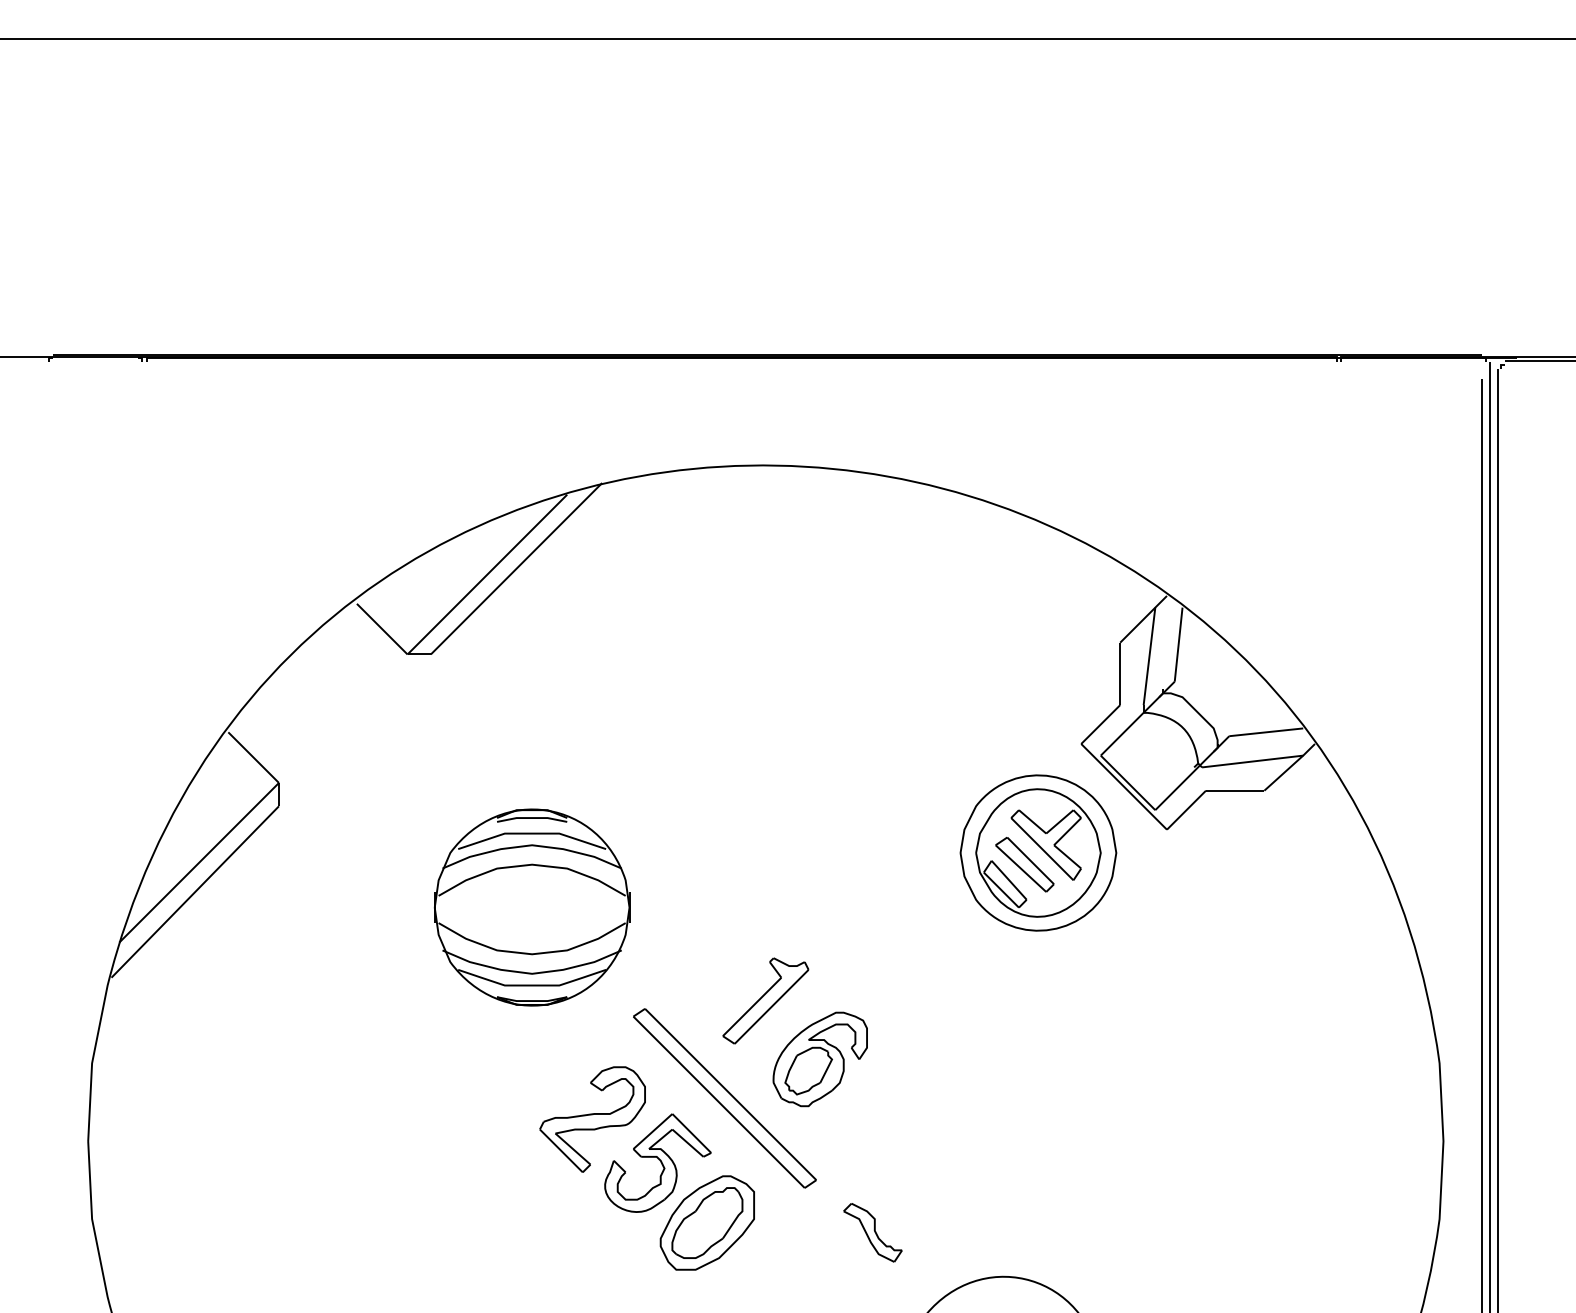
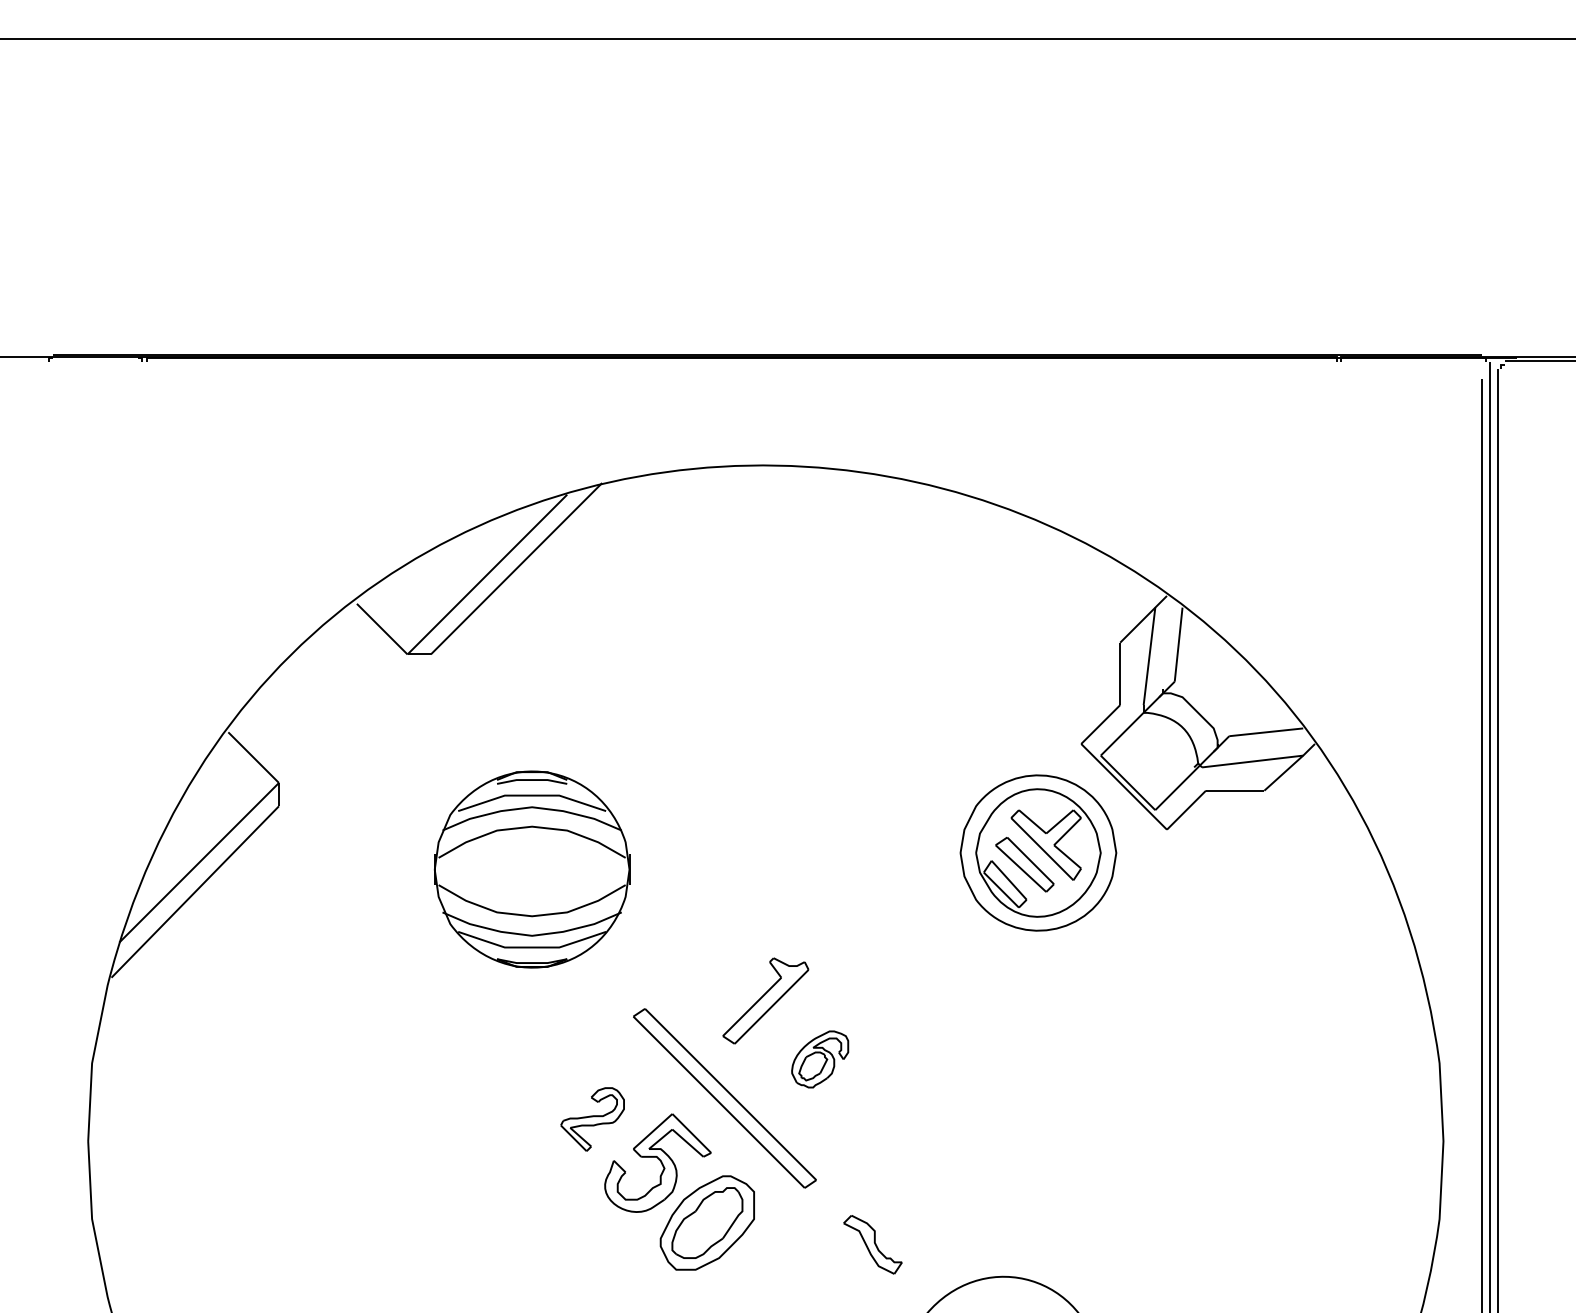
part at (532, 907) position: (532, 907) -> (532, 869)
part at (819, 1059) size: 96x97 px -> 59x59 px
part at (592, 1119) size: 107x107 px -> 65x65 px
part at (872, 1232) position: (872, 1232) -> (872, 1244)
